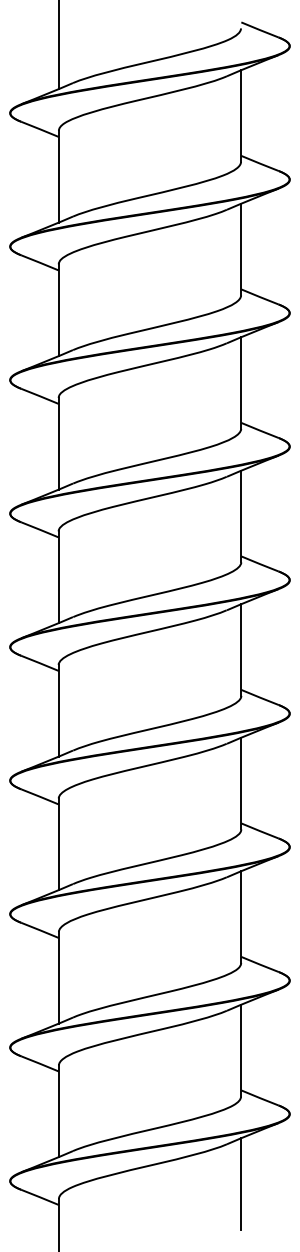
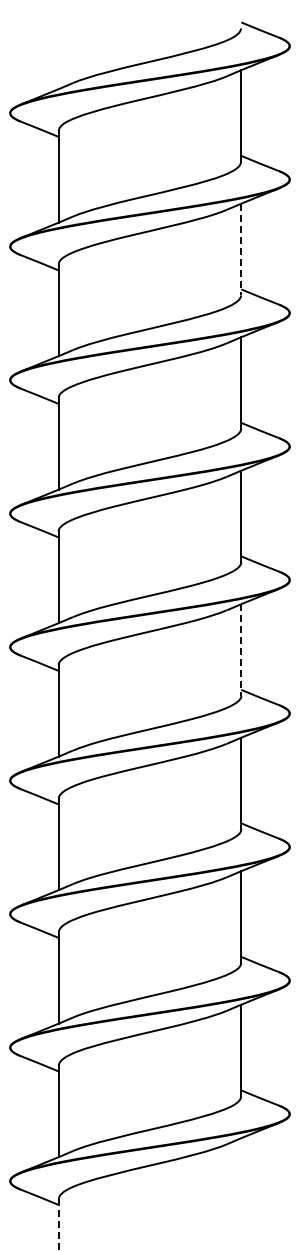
line at (58, 45): present -> none
line at (241, 249): solid -> dashed
line at (241, 650): solid -> dashed
line at (241, 1183): present -> none
line at (58, 1225): solid -> dashed
